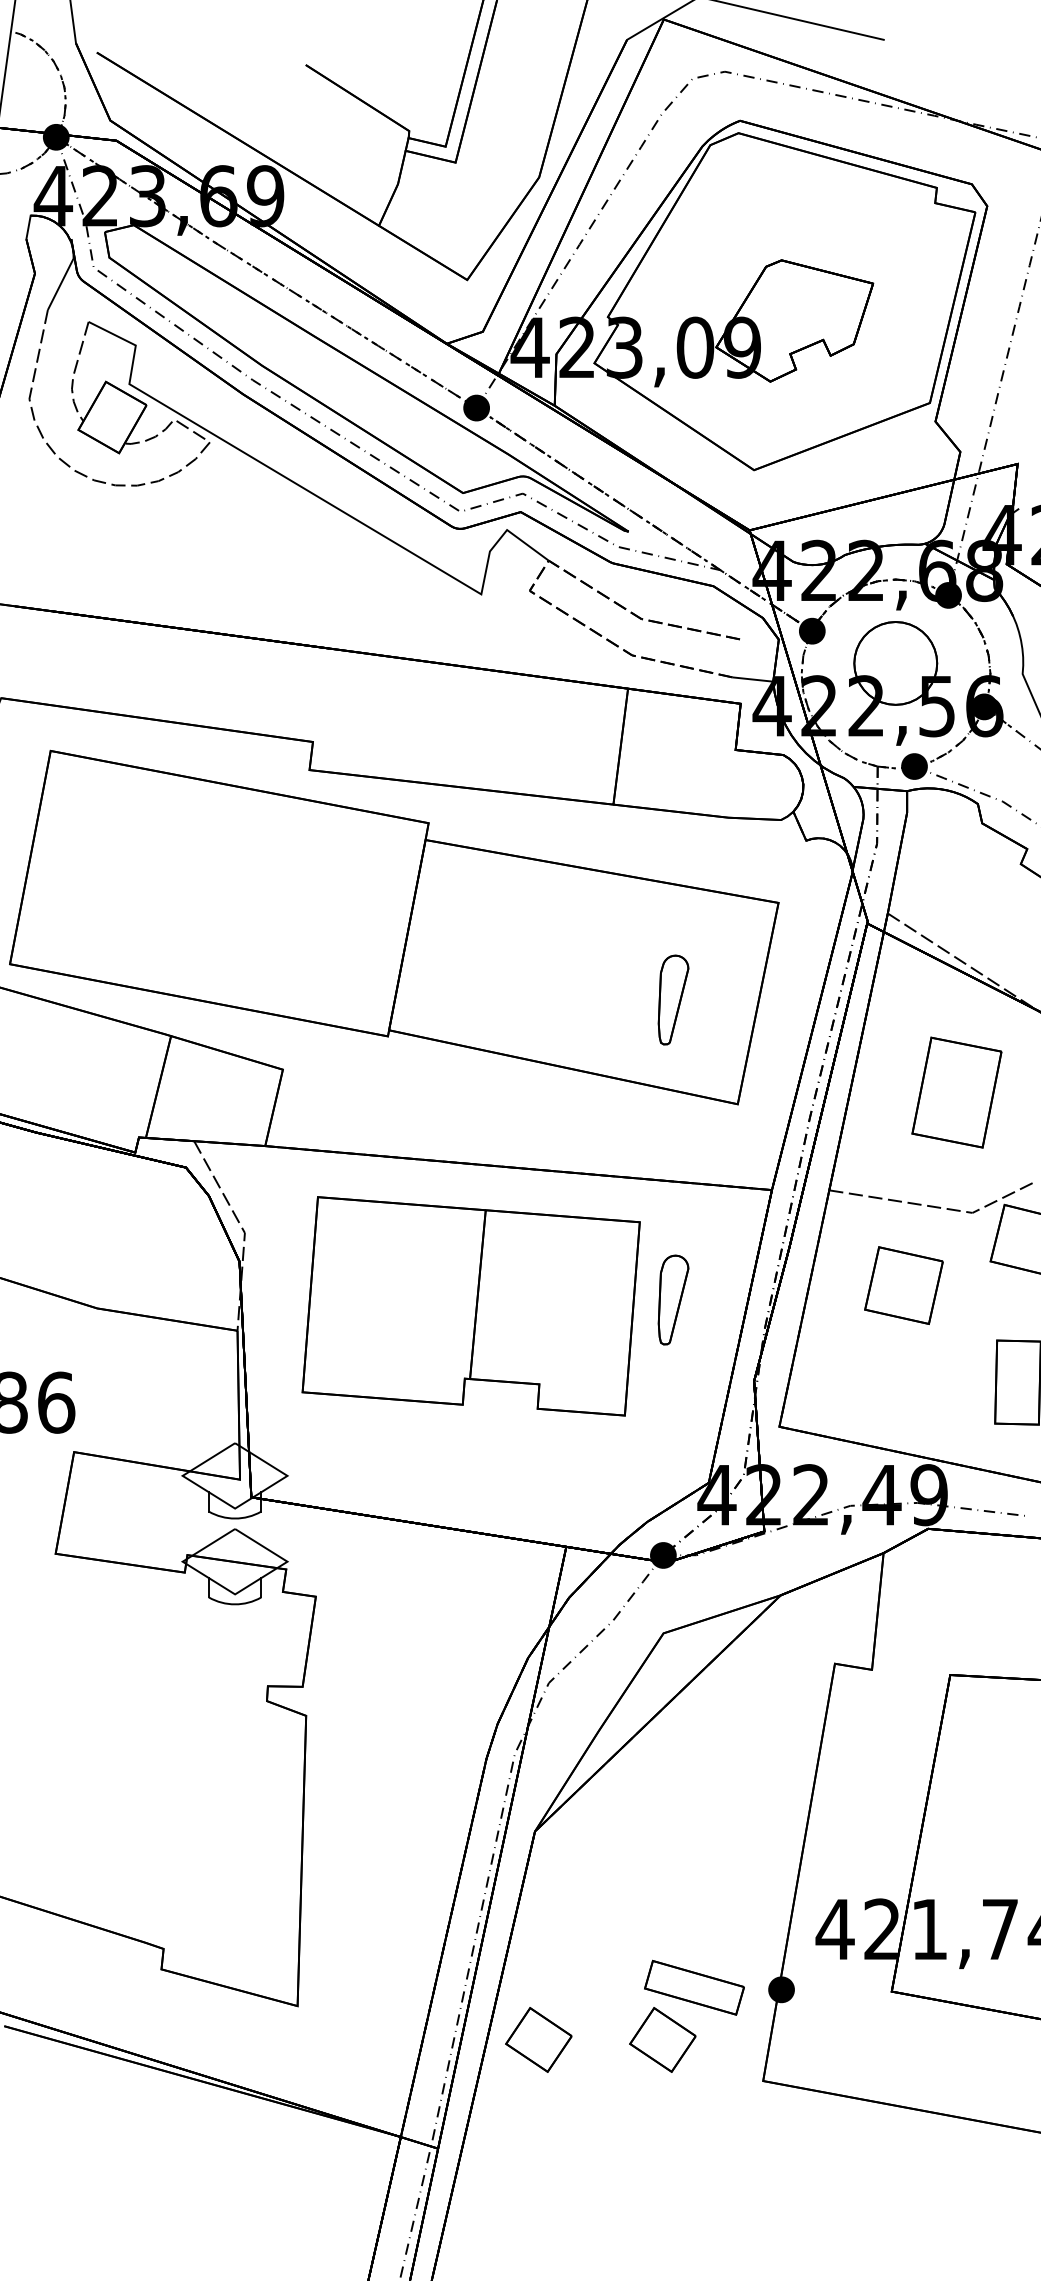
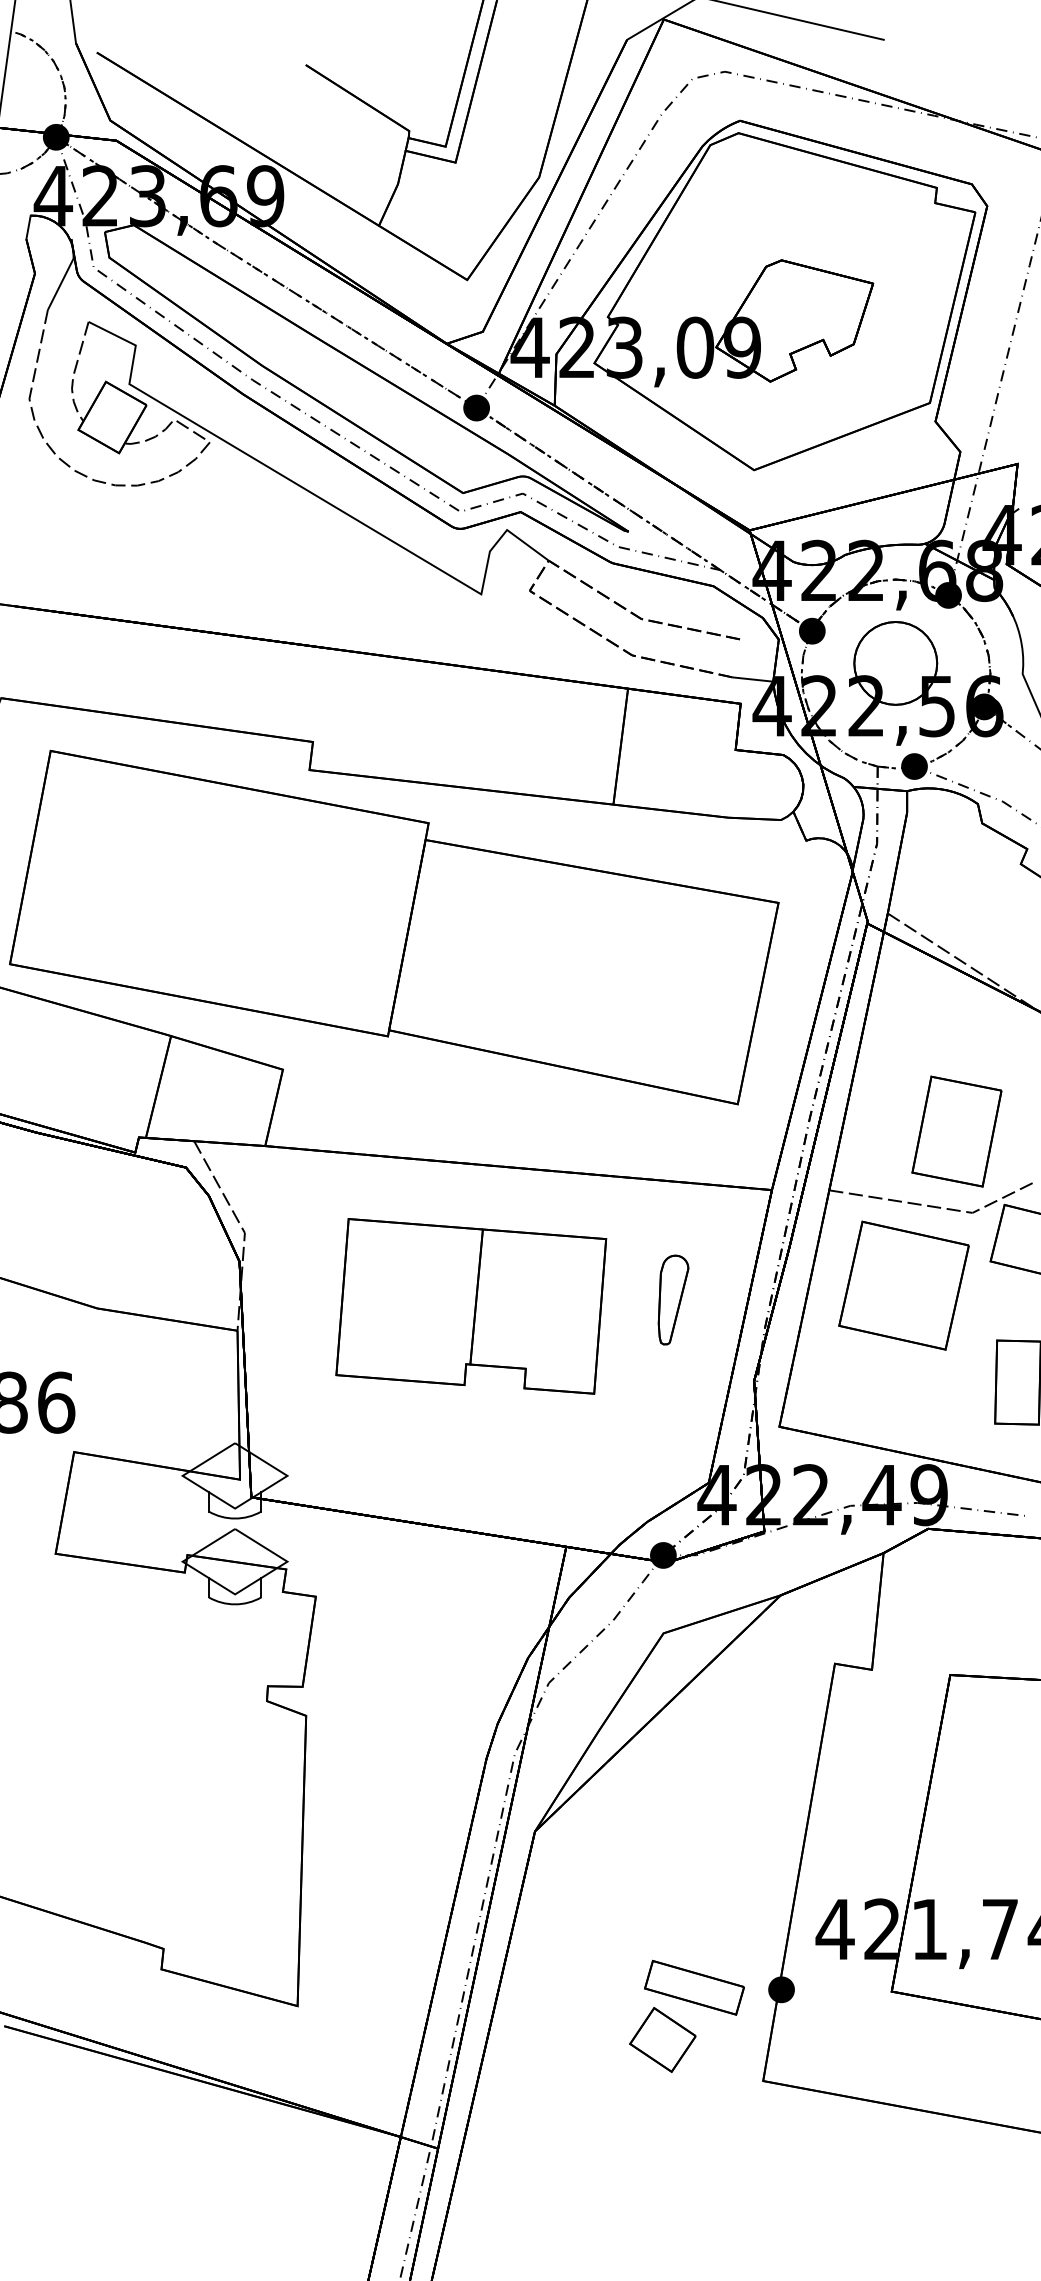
part at (673, 999): present -> none
part at (956, 1092) position: (956, 1092) -> (956, 1131)
part at (903, 1285) size: 80x79 px -> 132x131 px
part at (470, 1306) size: 340x221 px -> 273x177 px
part at (538, 2039): present -> none
